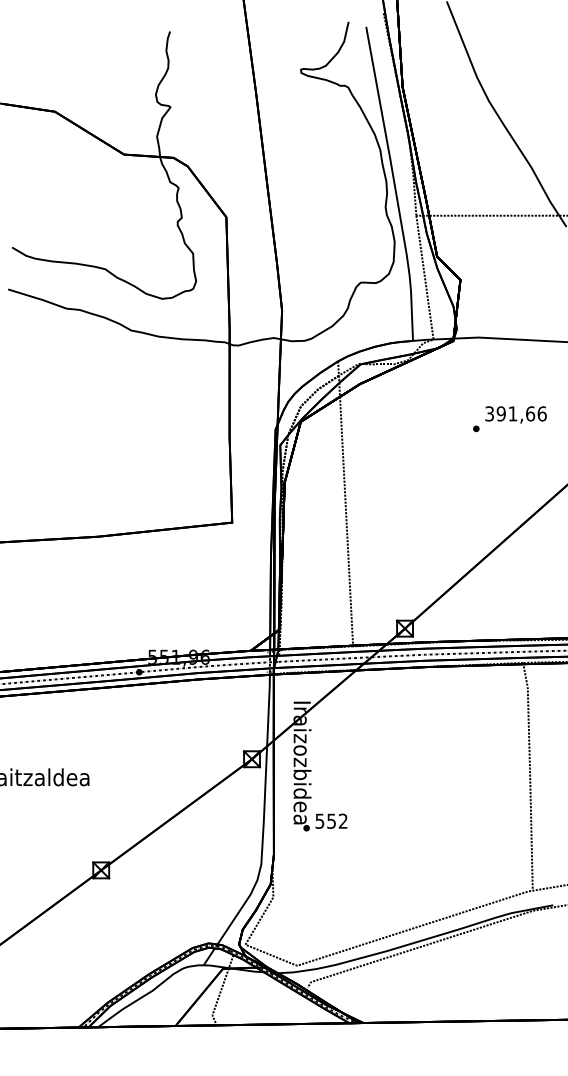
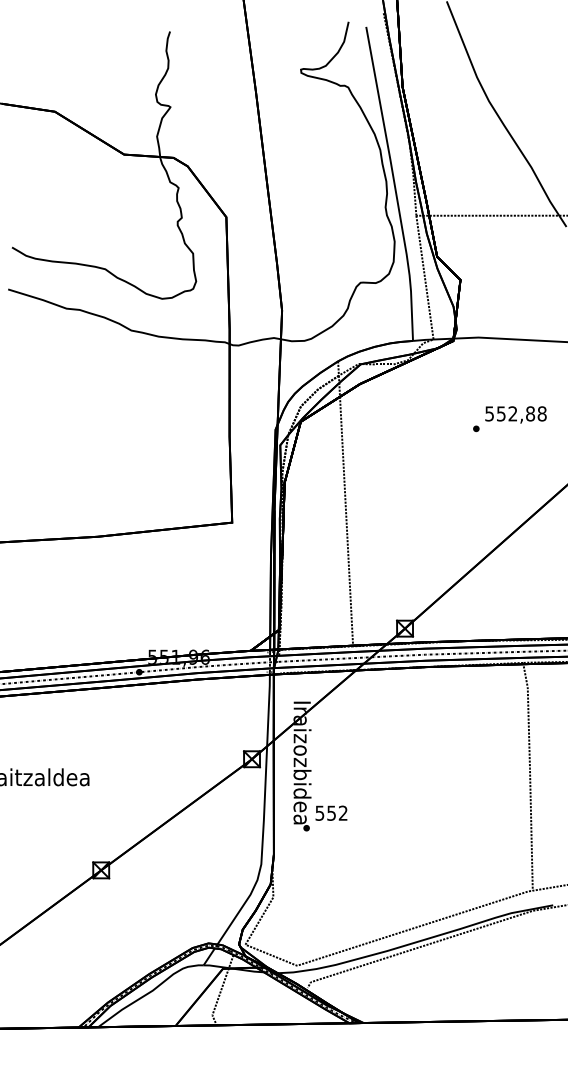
text at (515, 413): 391,66 -> 552,88
text at (331, 820) position: (331, 820) -> (331, 812)
